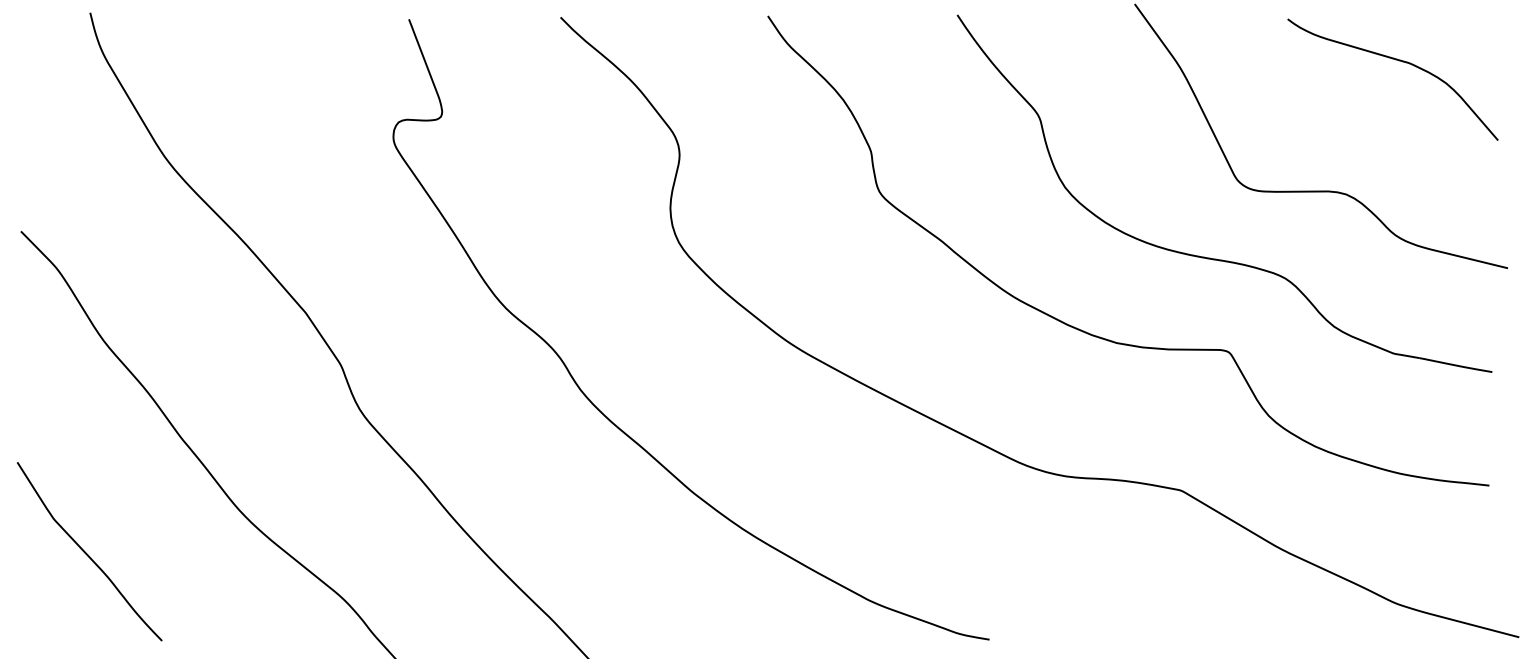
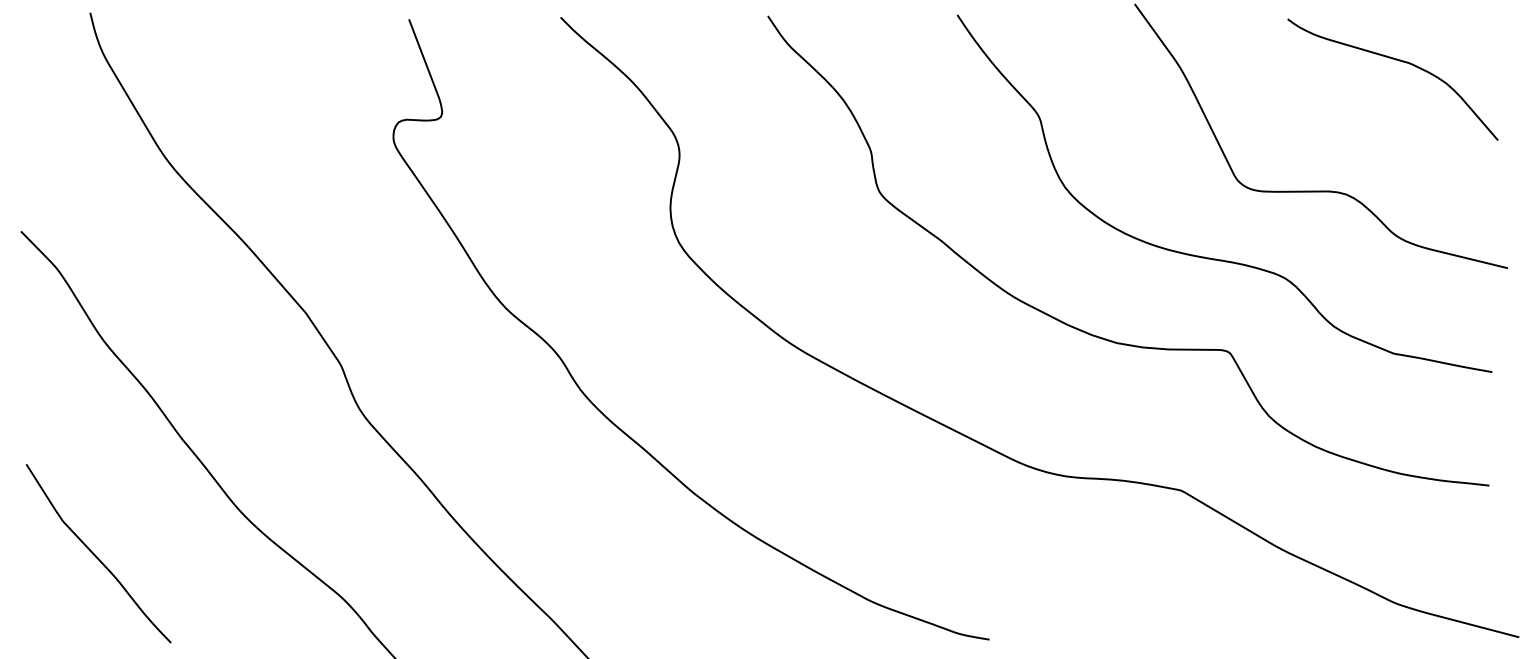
curve at (87, 553) position: (87, 553) -> (96, 555)
